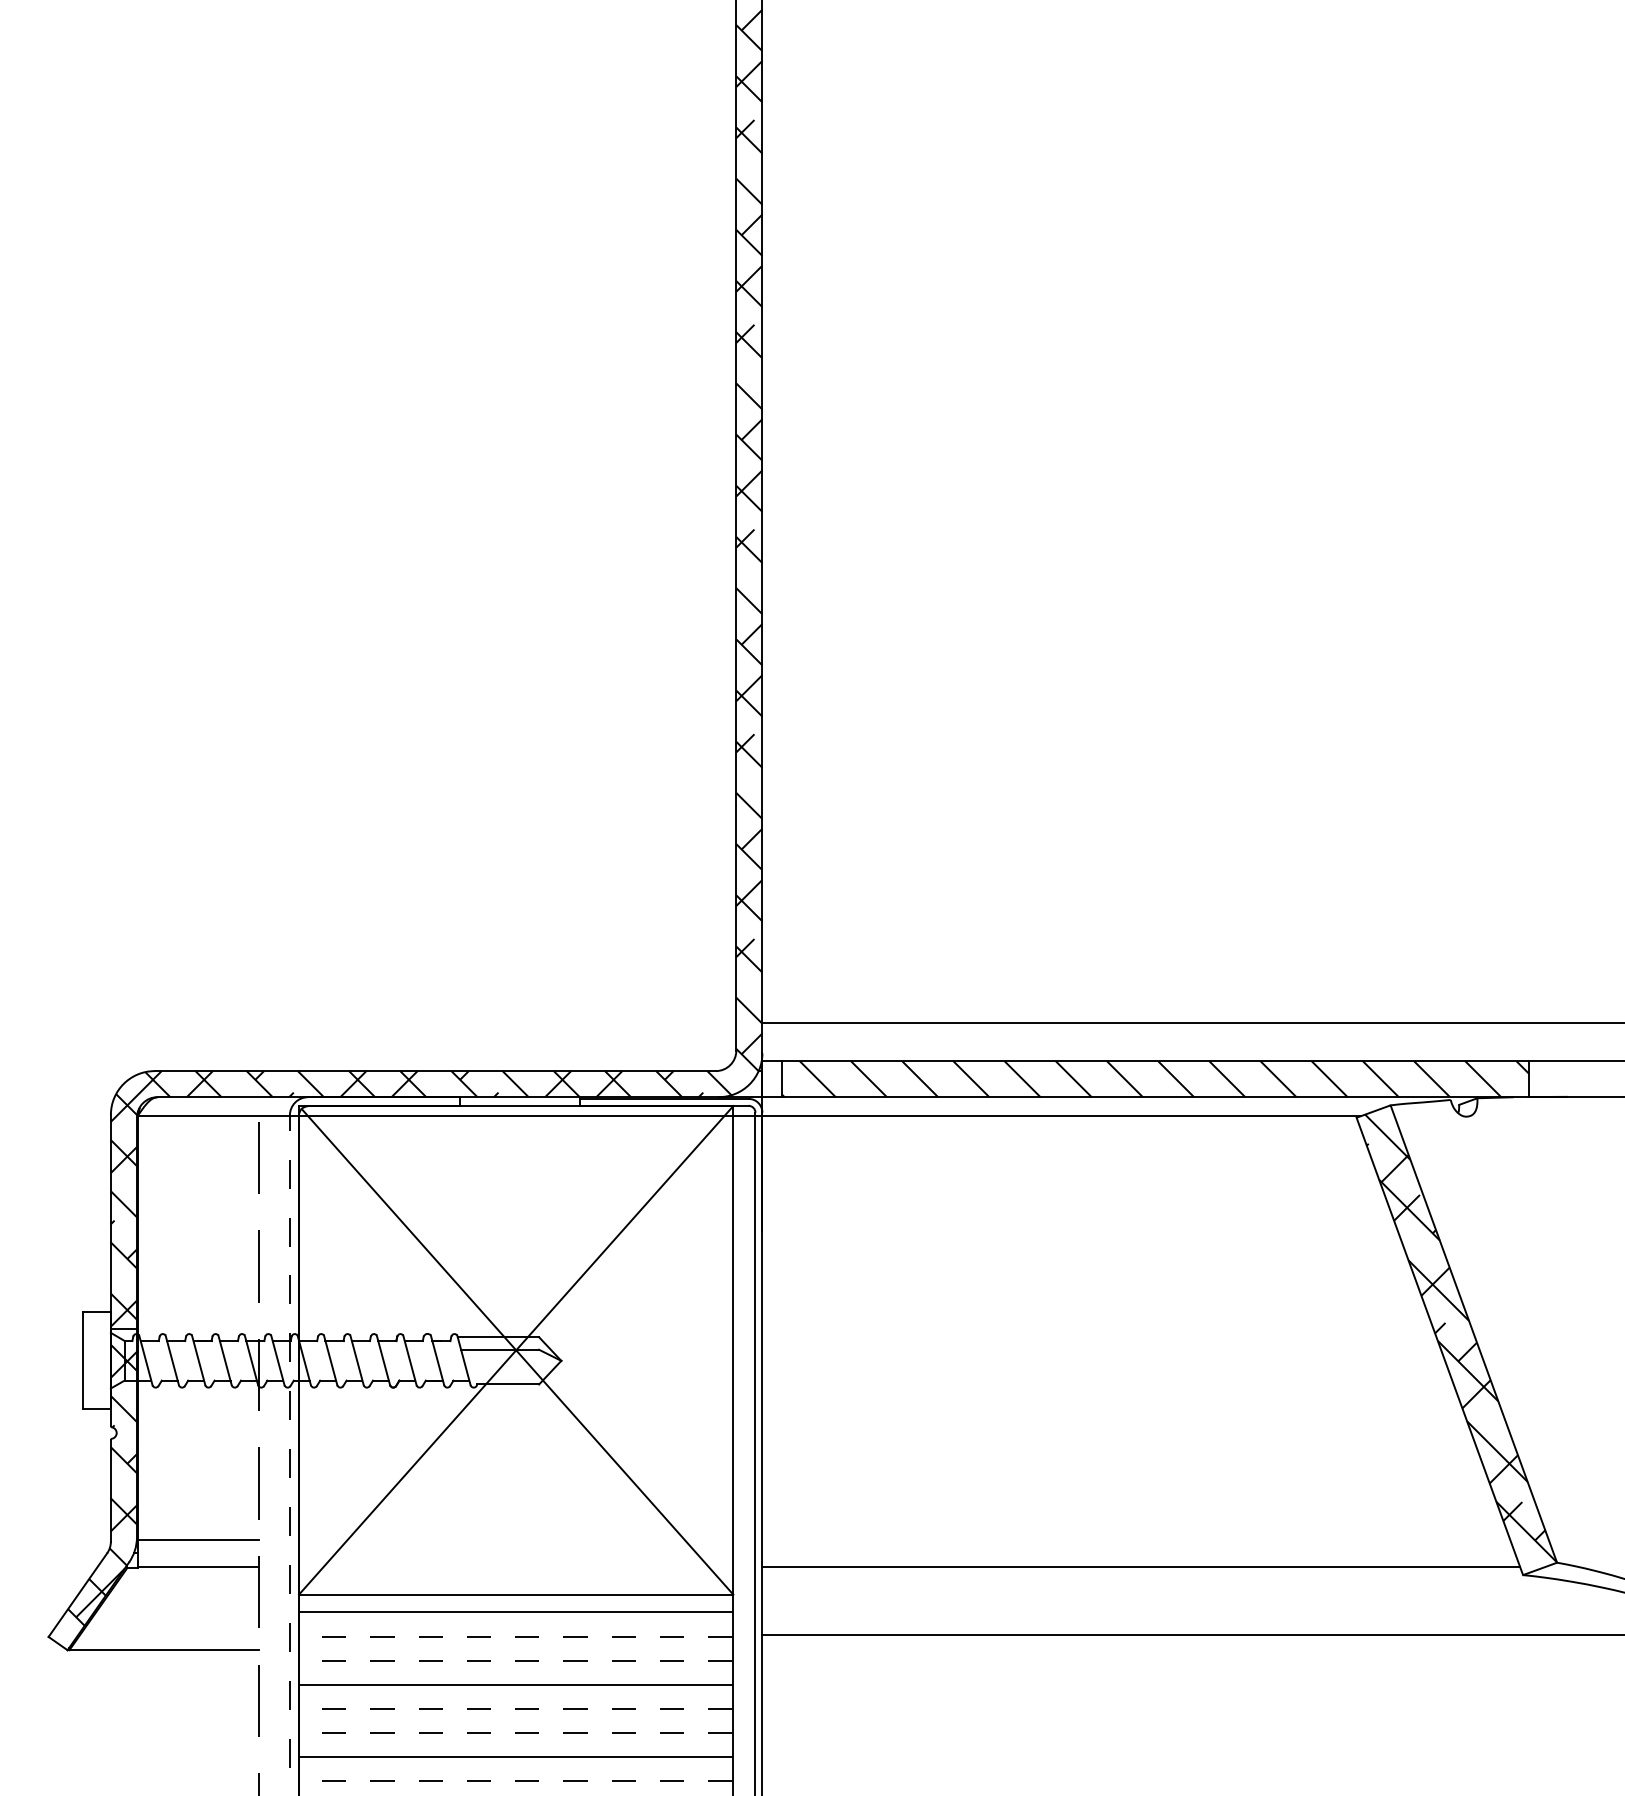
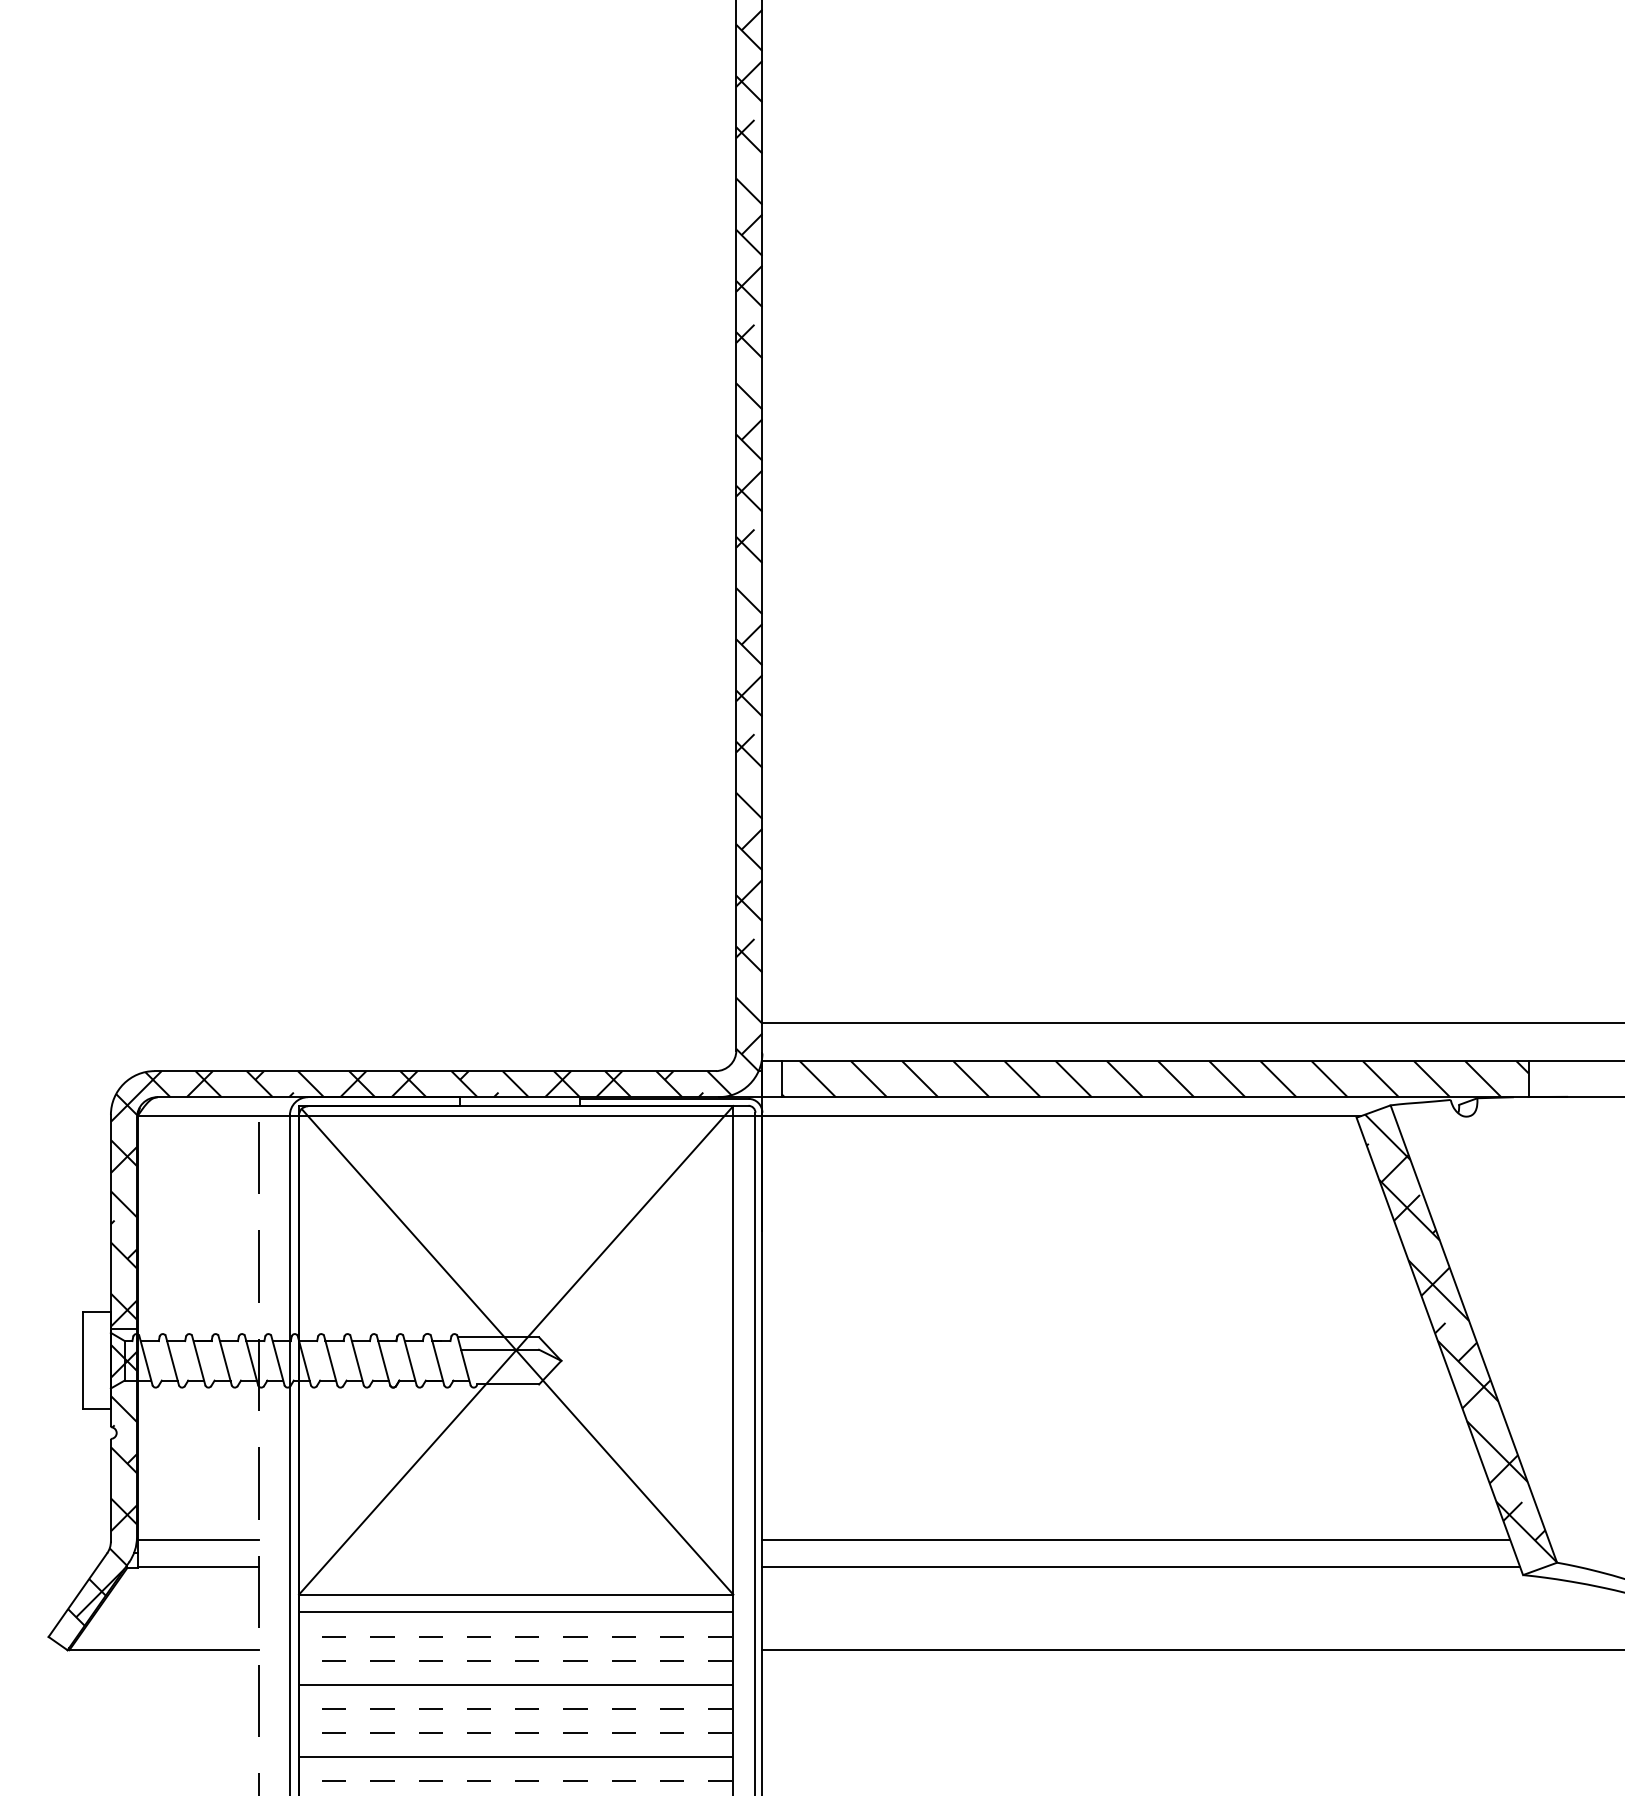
line at (289, 1455): dashed -> solid
line at (1136, 1539): none -> present
line at (1191, 1635) position: (1191, 1635) -> (1191, 1650)
